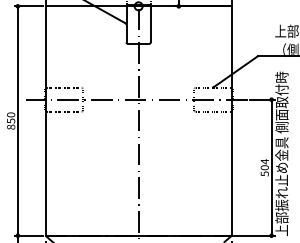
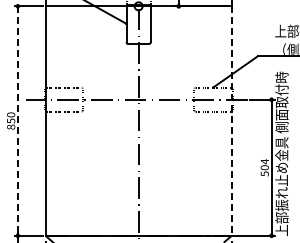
line at (17, 120): solid -> dashed
line at (231, 121): solid -> dashed
